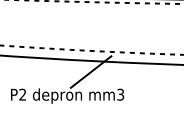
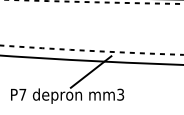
text at (22, 94): P2 -> P7
